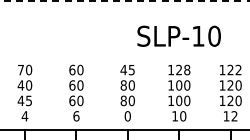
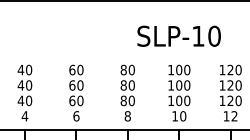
line at (125, 1): dashed -> solid
text at (127, 69): 45 -> 80
text at (183, 69): 128 -> 100
text at (238, 69): 122 -> 120
text at (20, 70): 70 -> 40
text at (29, 100): 45 -> 40
text at (127, 116): 0 -> 8
